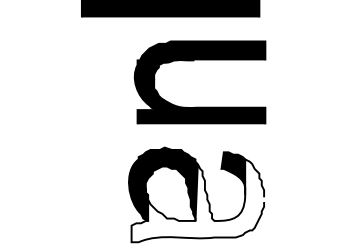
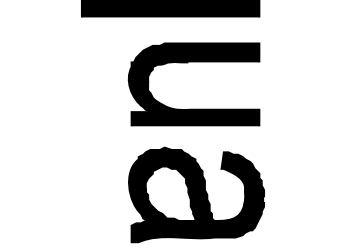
part at (194, 61) position: (194, 61) -> (188, 63)
fill at (197, 200): none -> present
